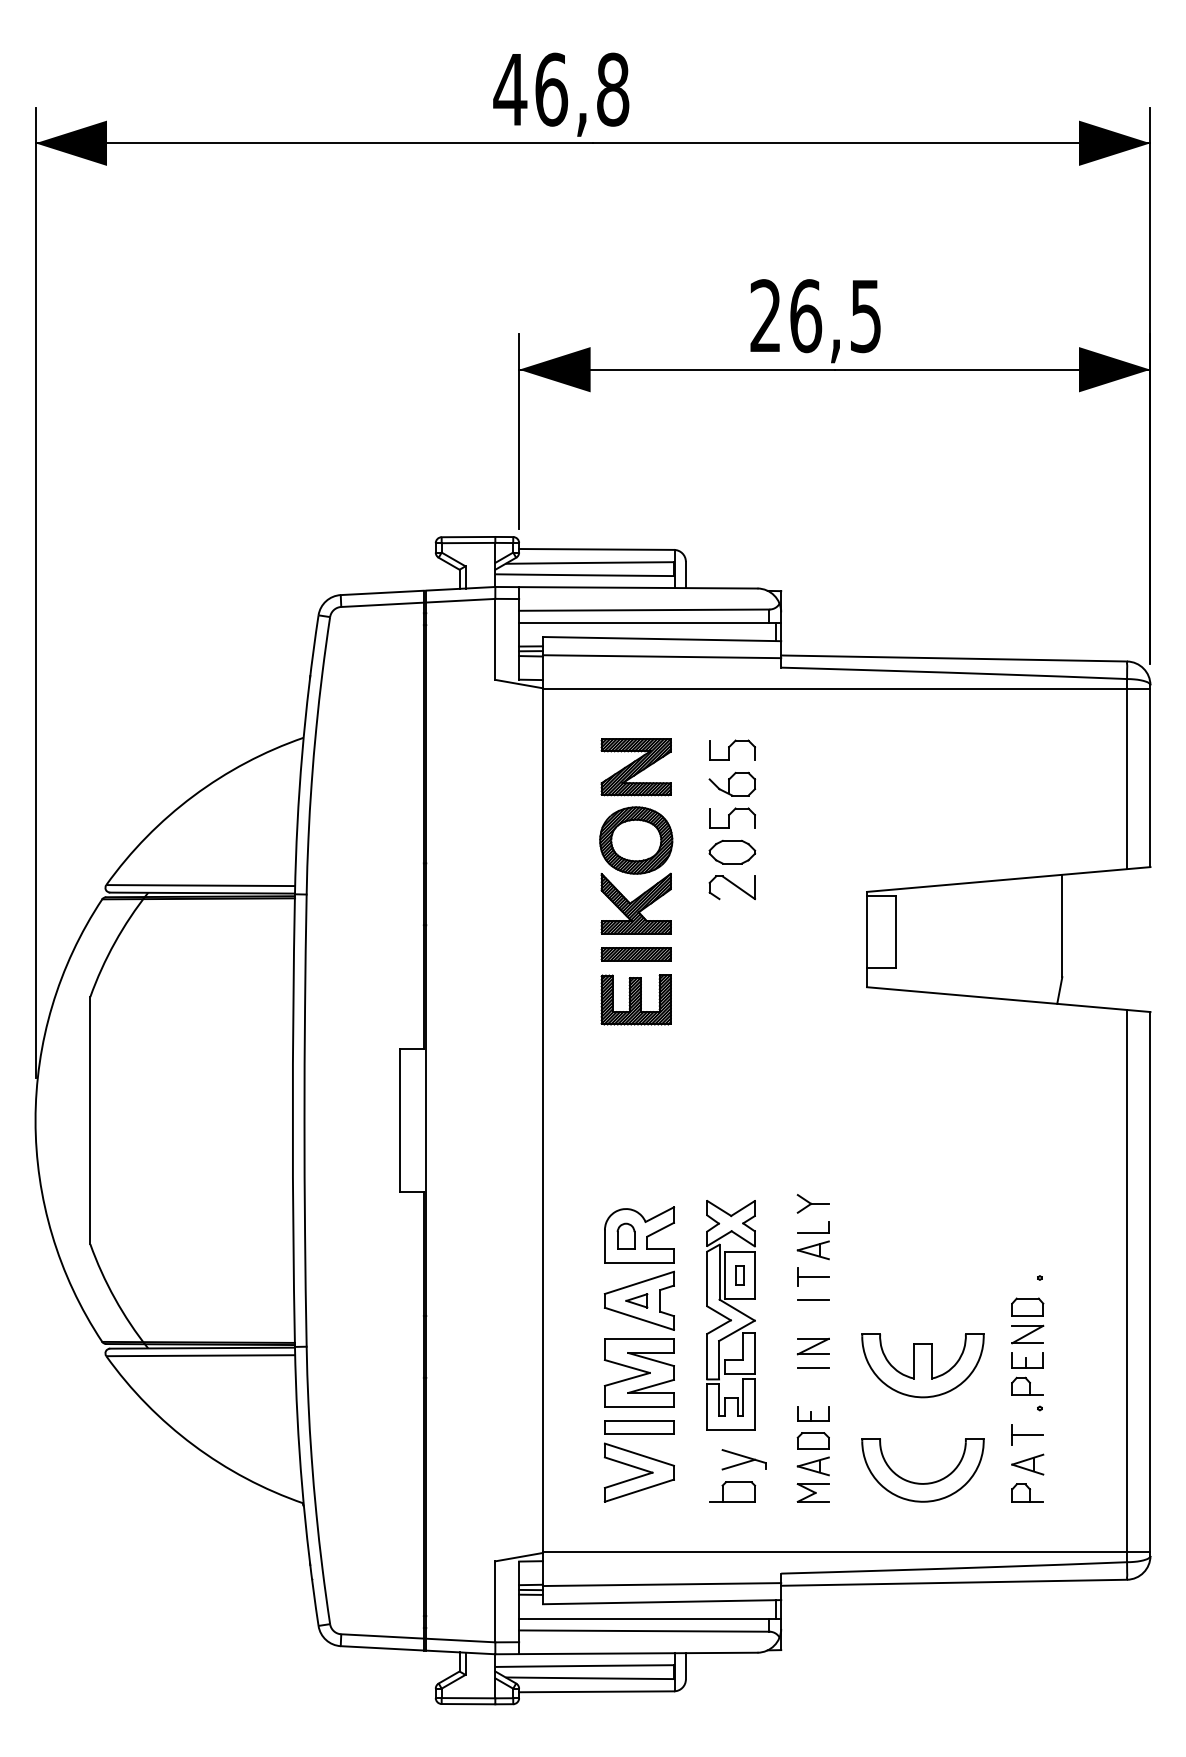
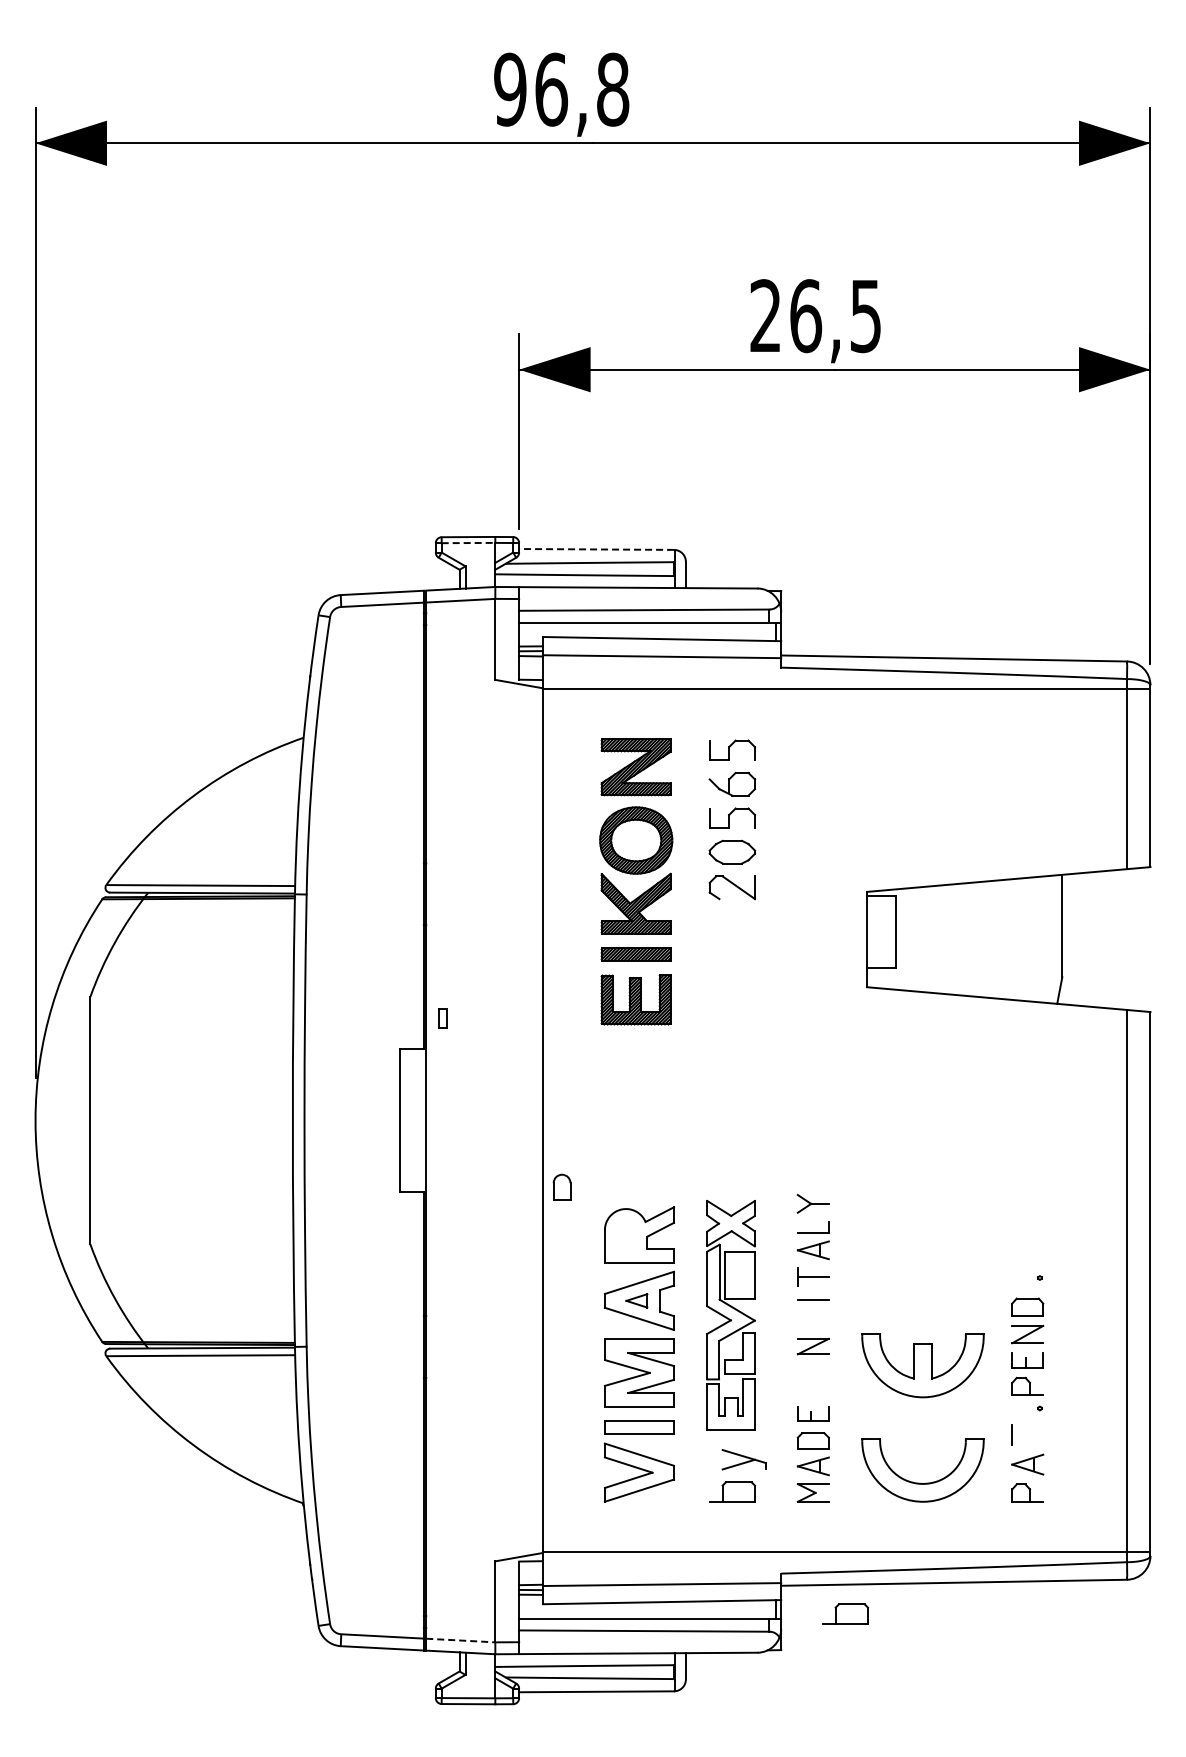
text at (510, 89): 46,8 -> 96,8
line at (468, 543): solid -> dashed
line at (596, 549): solid -> dashed
part at (625, 1235) position: (625, 1235) -> (561, 1186)
part at (739, 1275) position: (739, 1275) -> (442, 1018)
line at (812, 1368): present -> none
line at (1027, 1434): present -> none
part at (845, 1613): none -> present
line at (460, 1640): solid -> dashed
